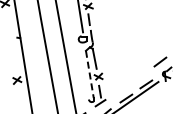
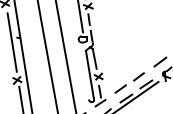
line at (11, 42): none -> present
line at (89, 74): dashed -> solid
part at (129, 82): none -> present
line at (21, 98): none -> present
